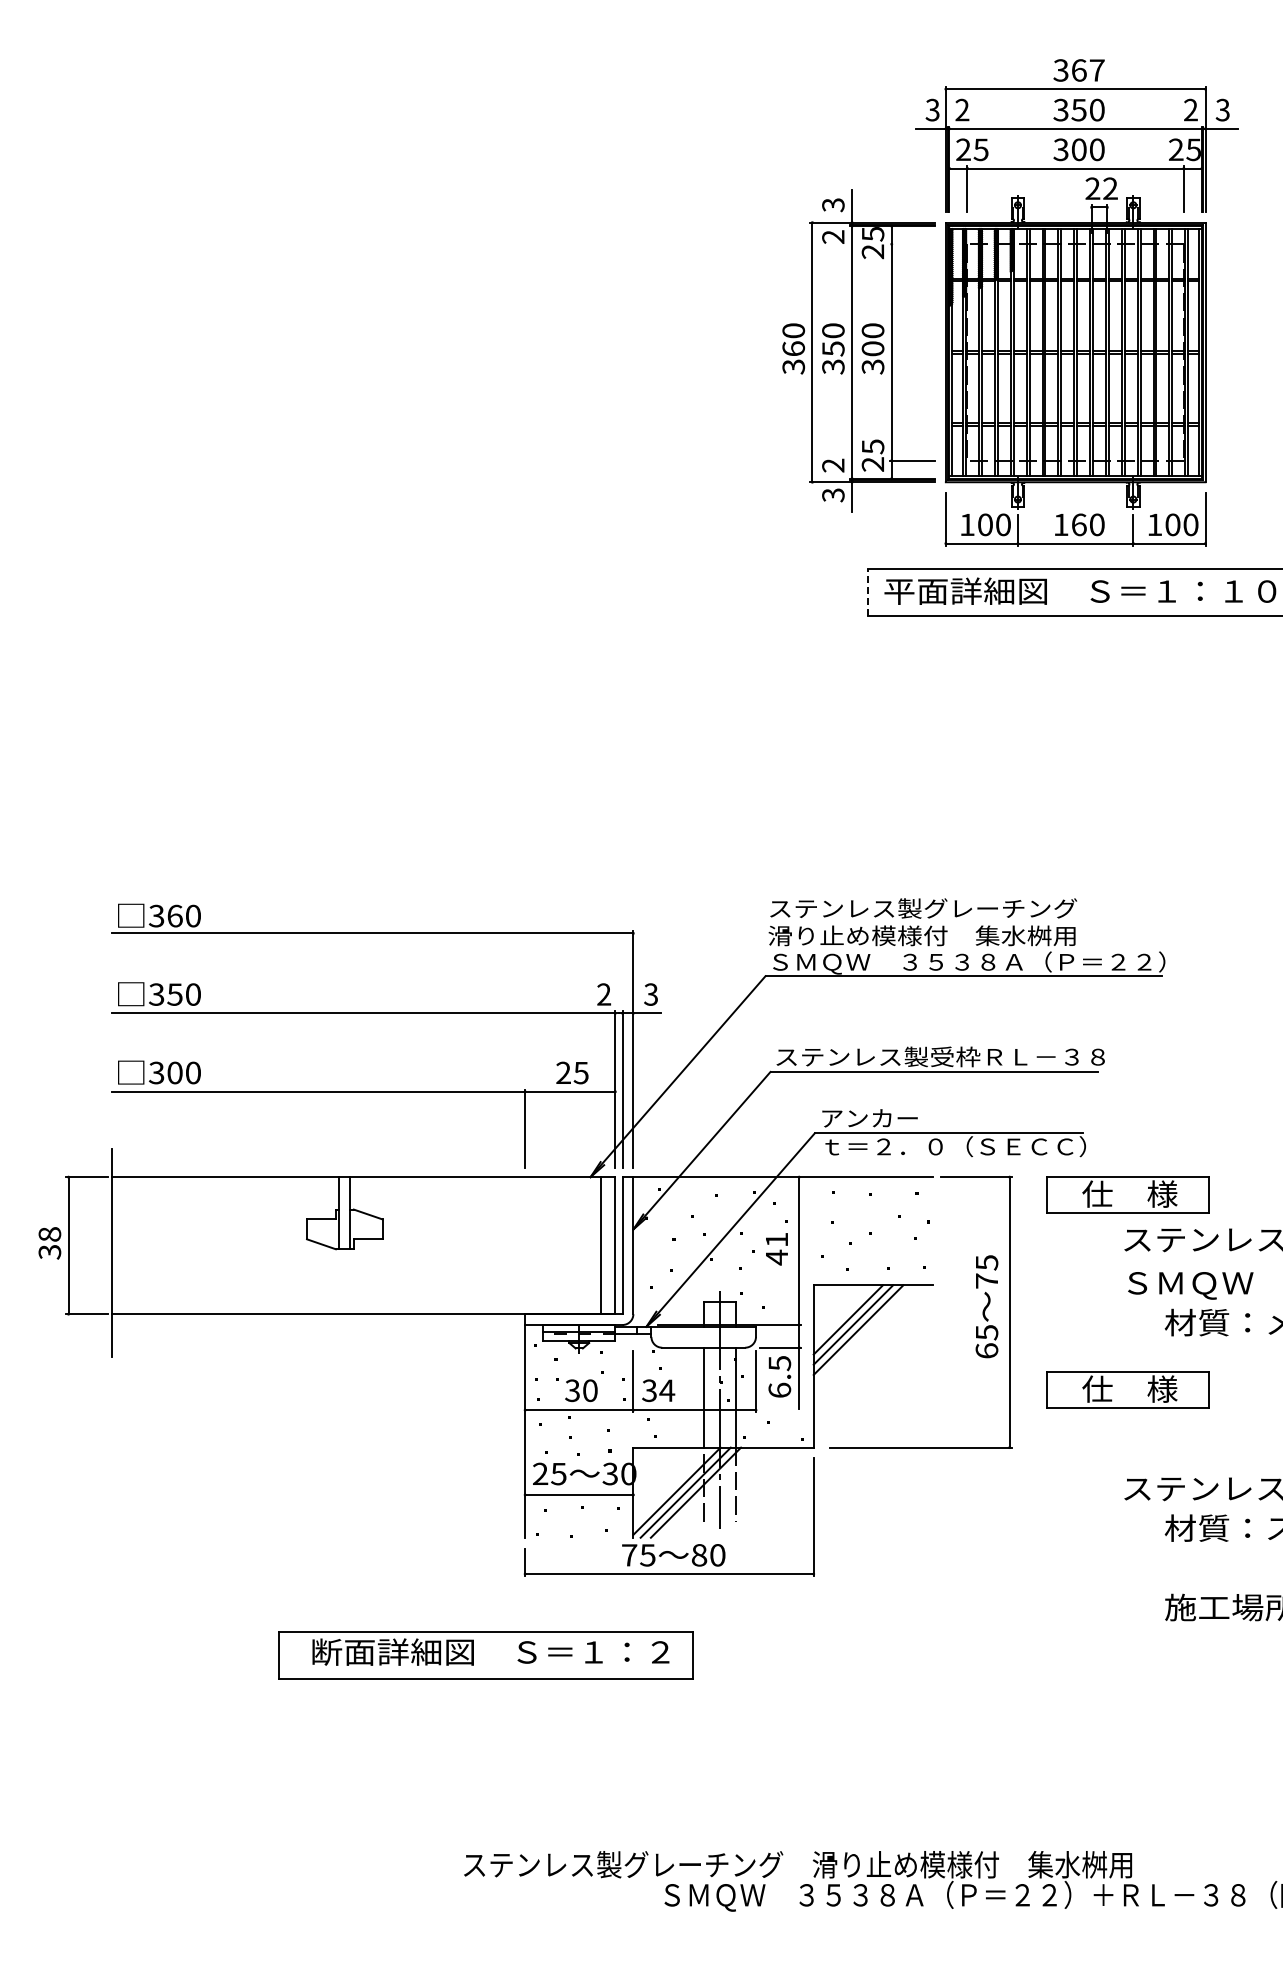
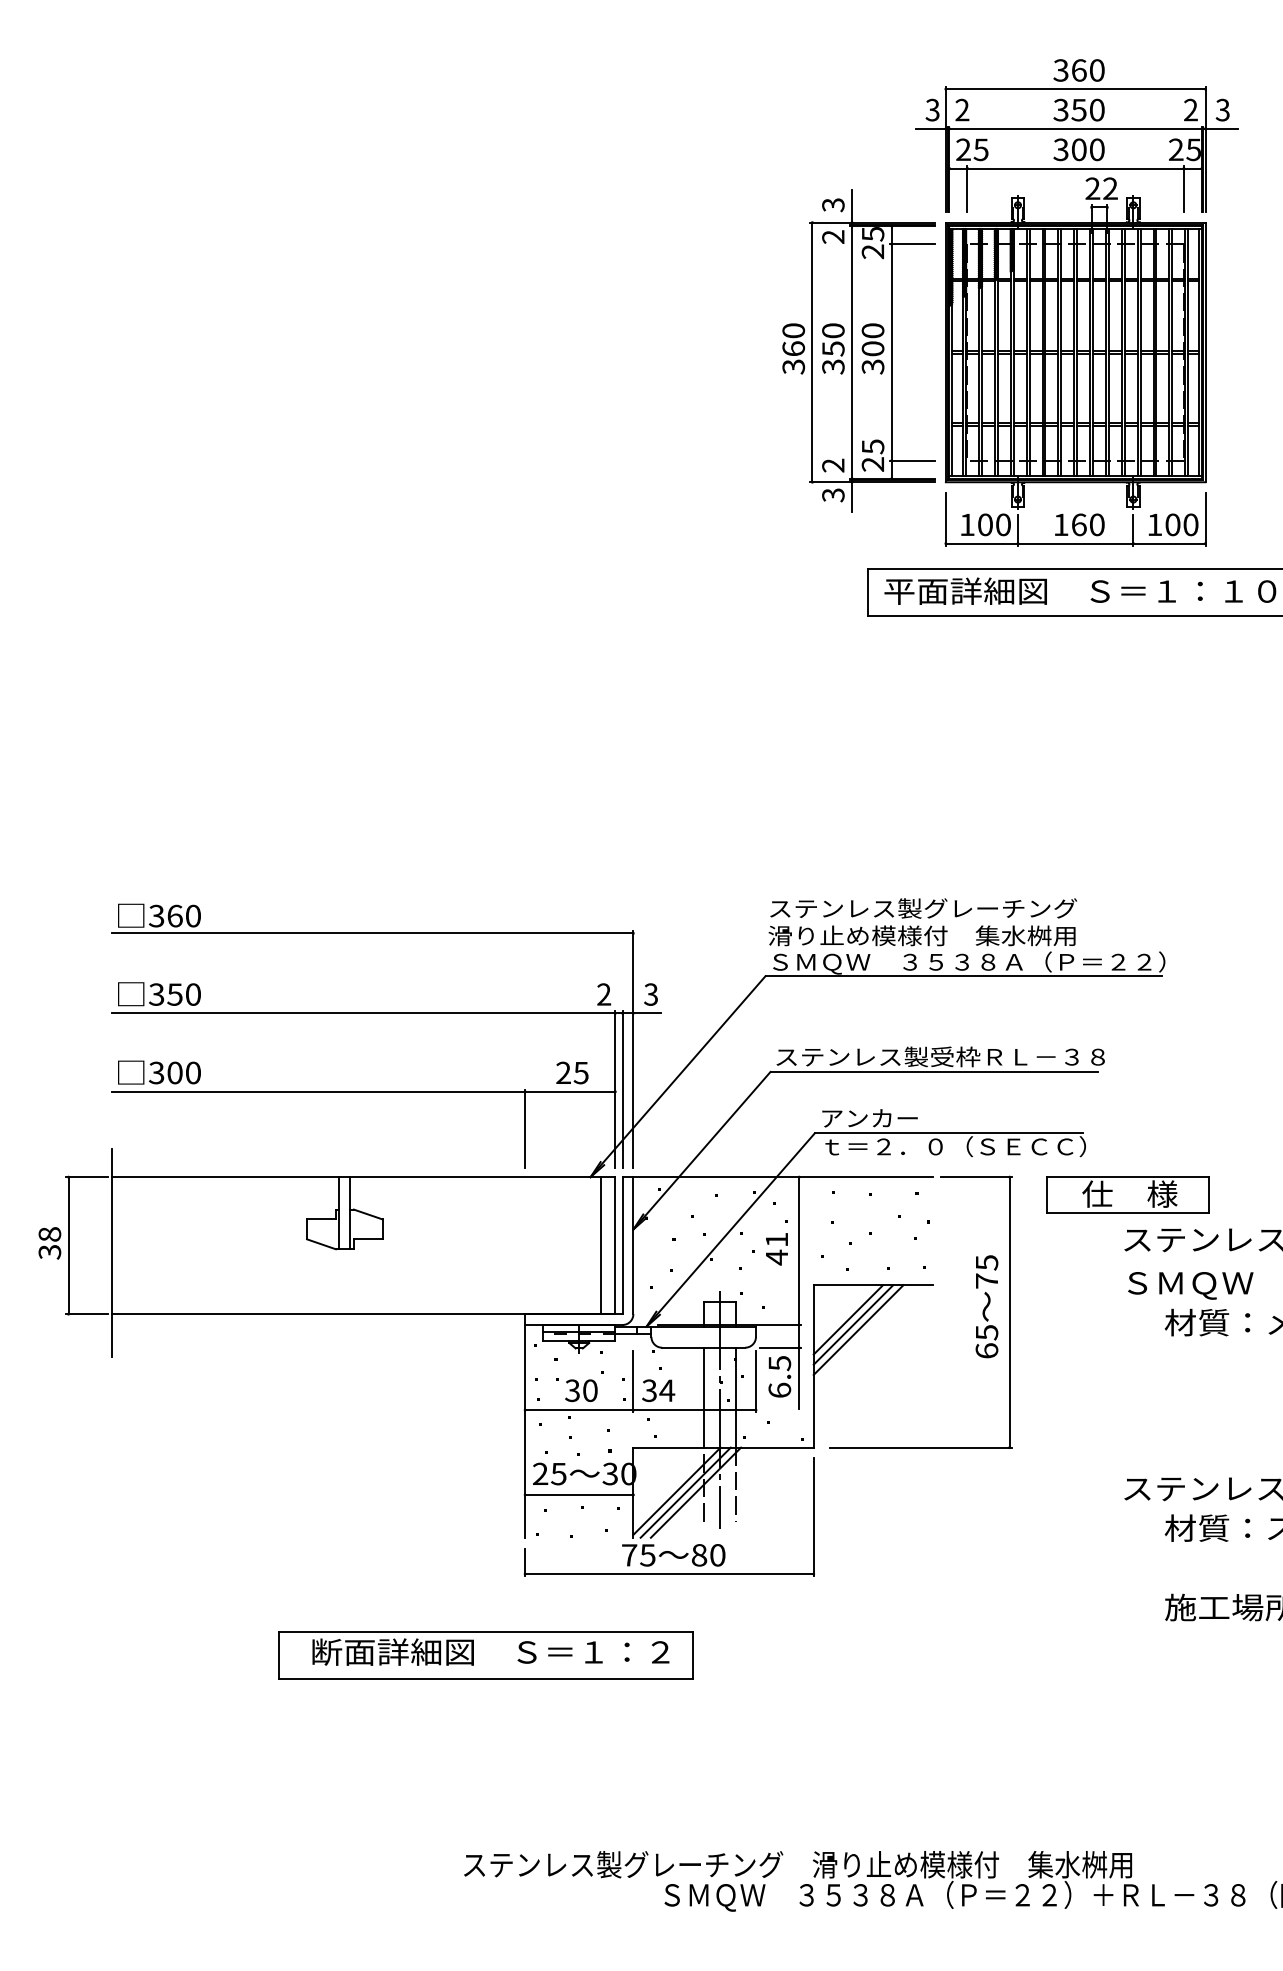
text at (1096, 70): 367 -> 360
line at (912, 244): none -> present
line at (868, 591): dashed -> solid
part at (1127, 1389): present -> none
